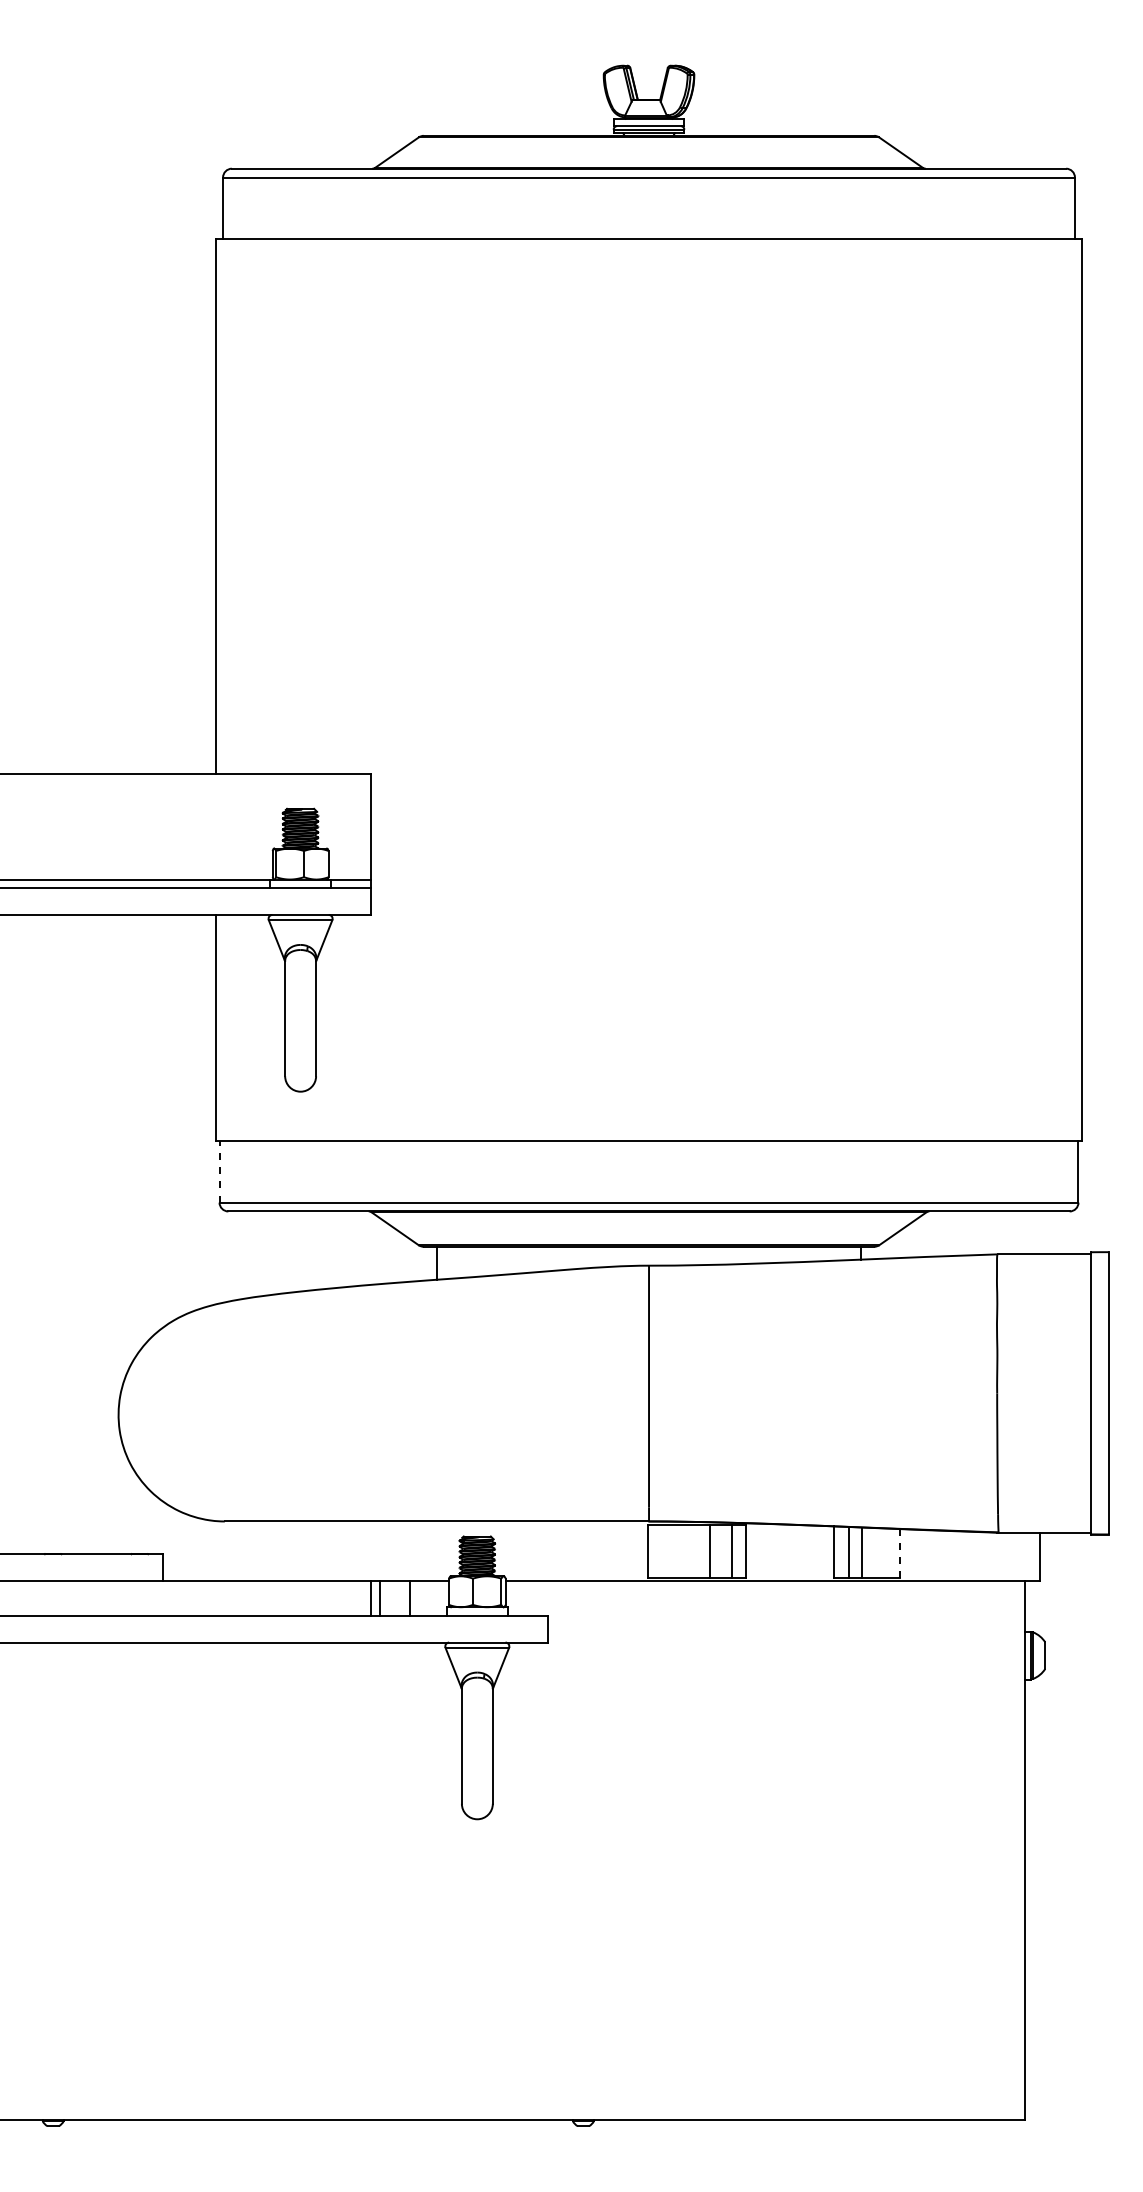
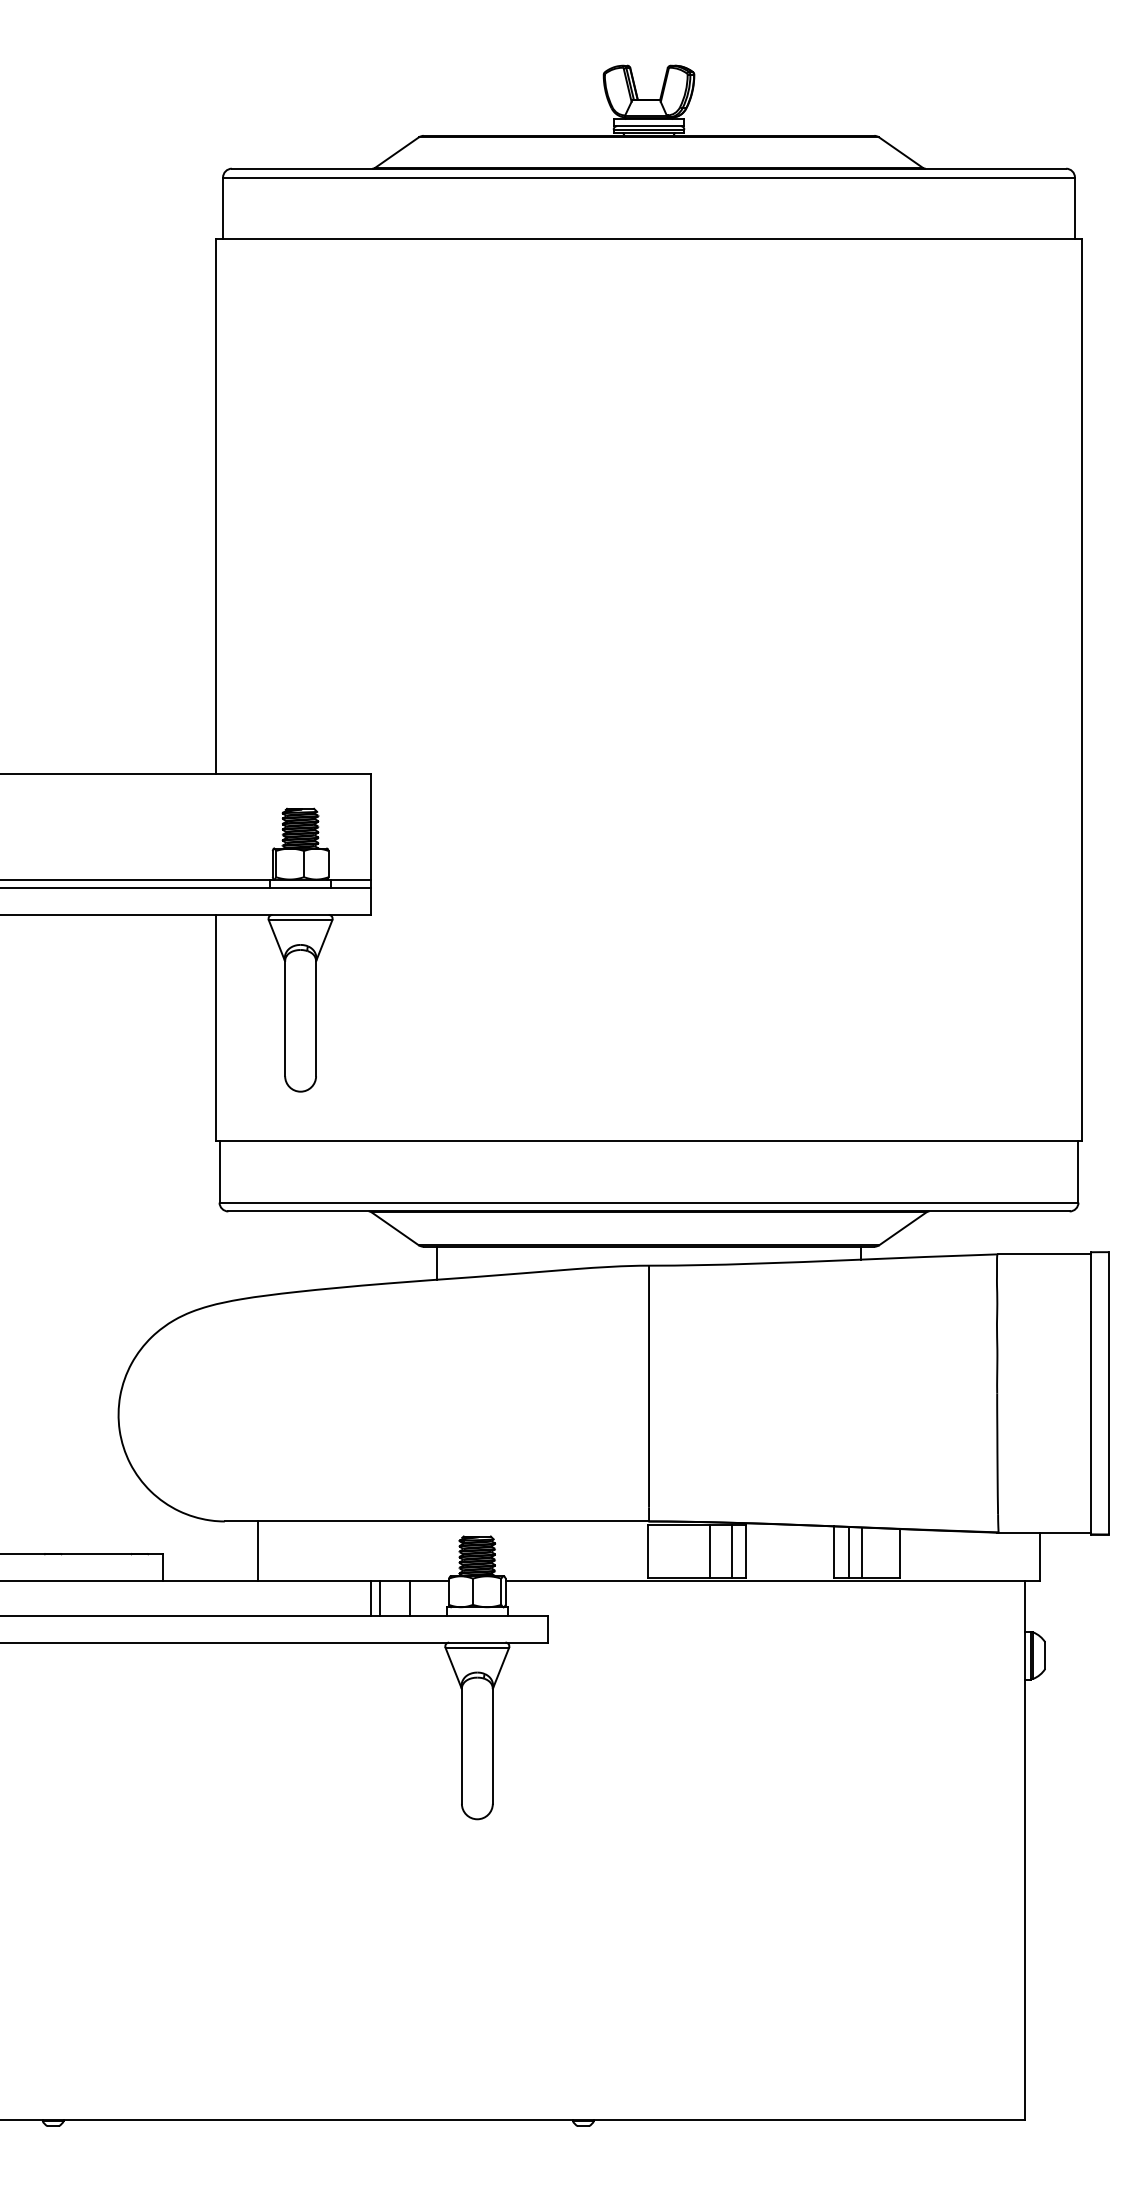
line at (219, 1171): dashed -> solid
line at (257, 1550): none -> present
line at (899, 1553): dashed -> solid
